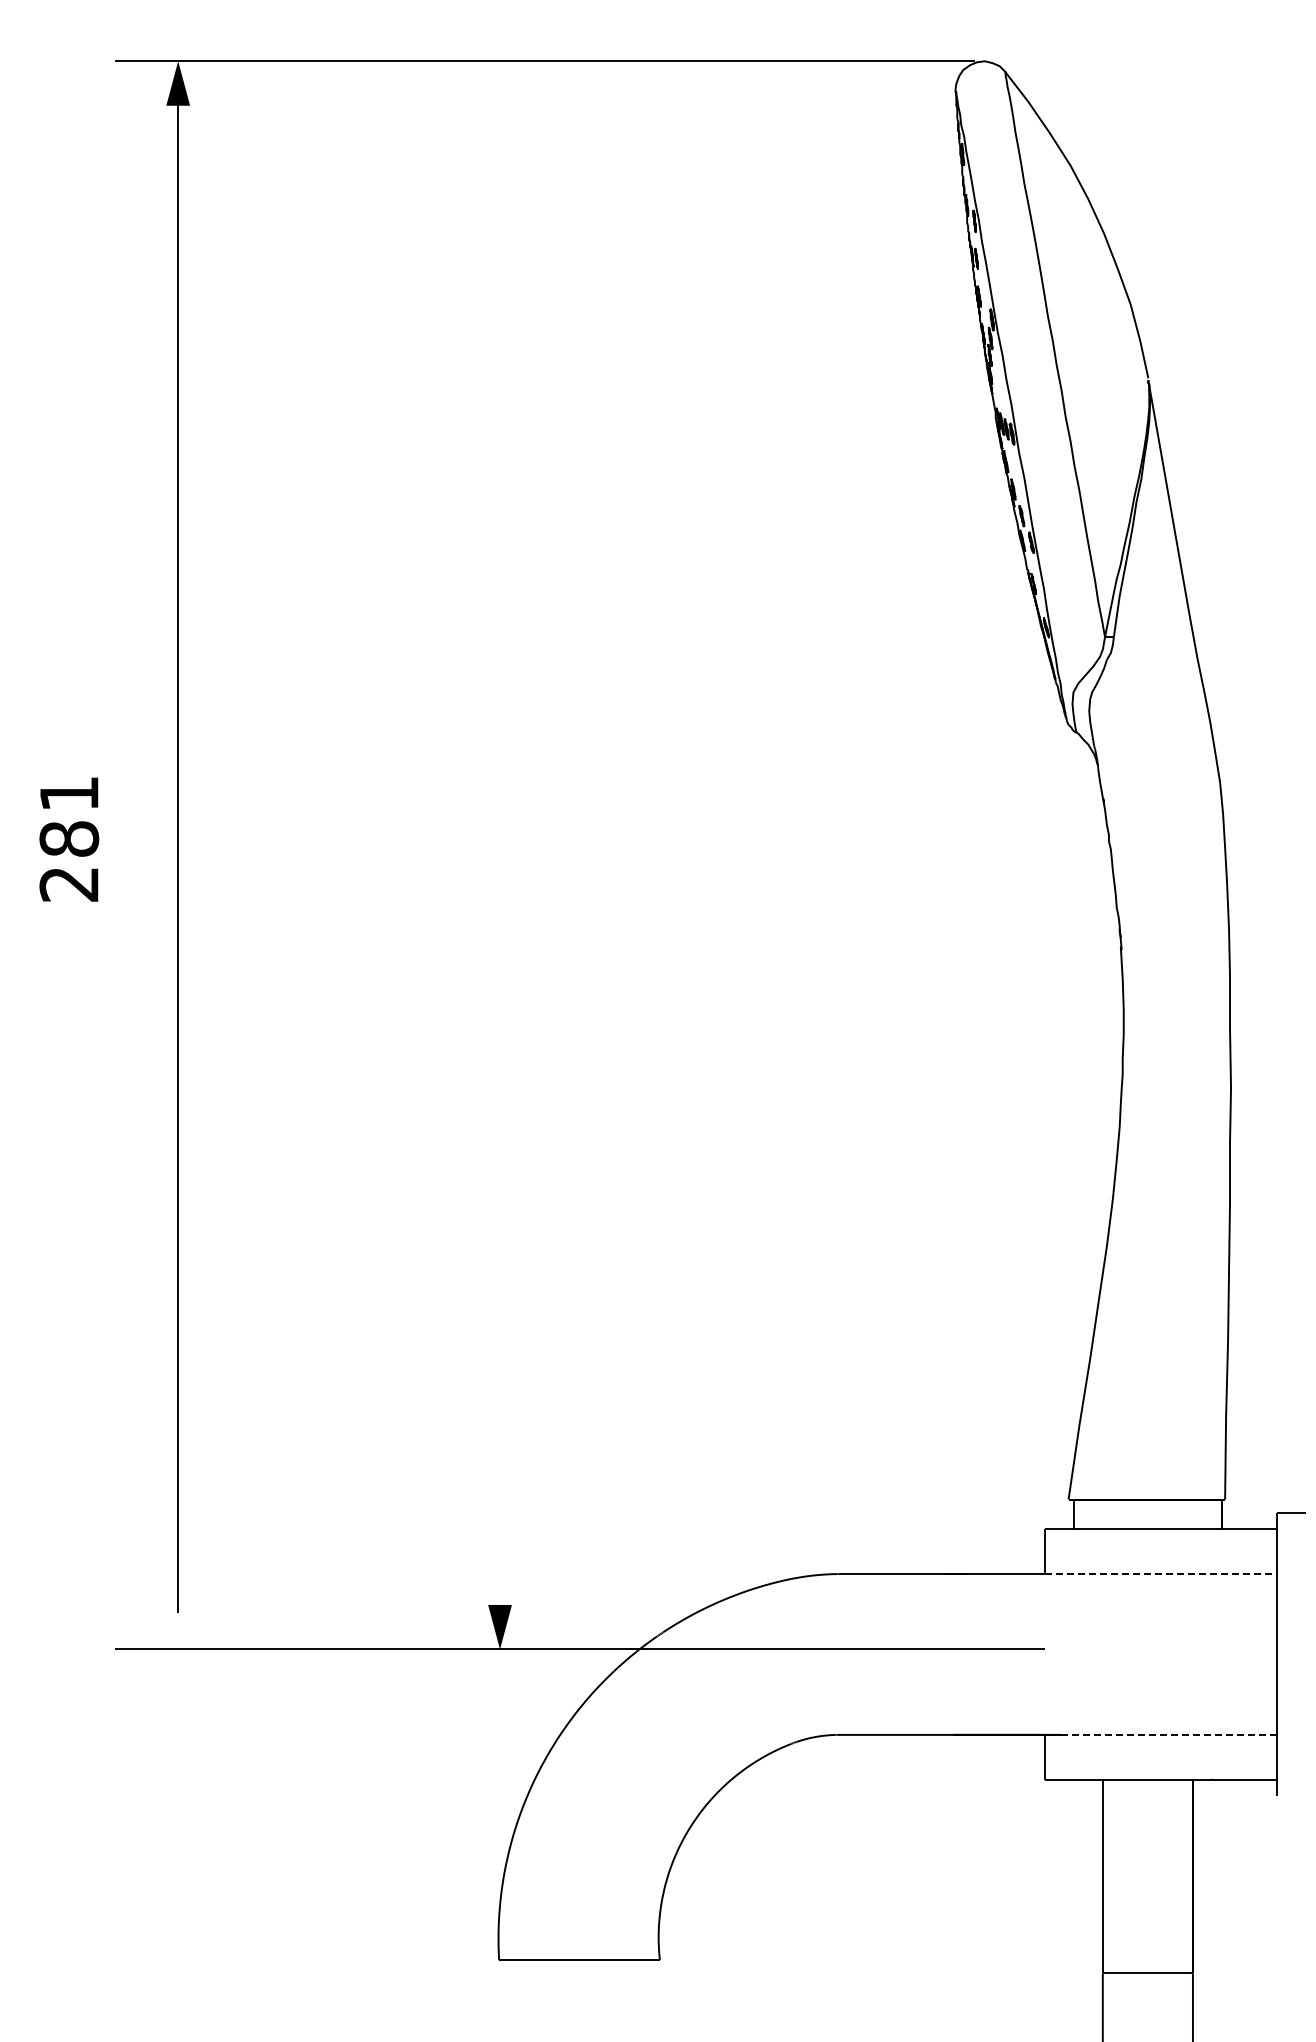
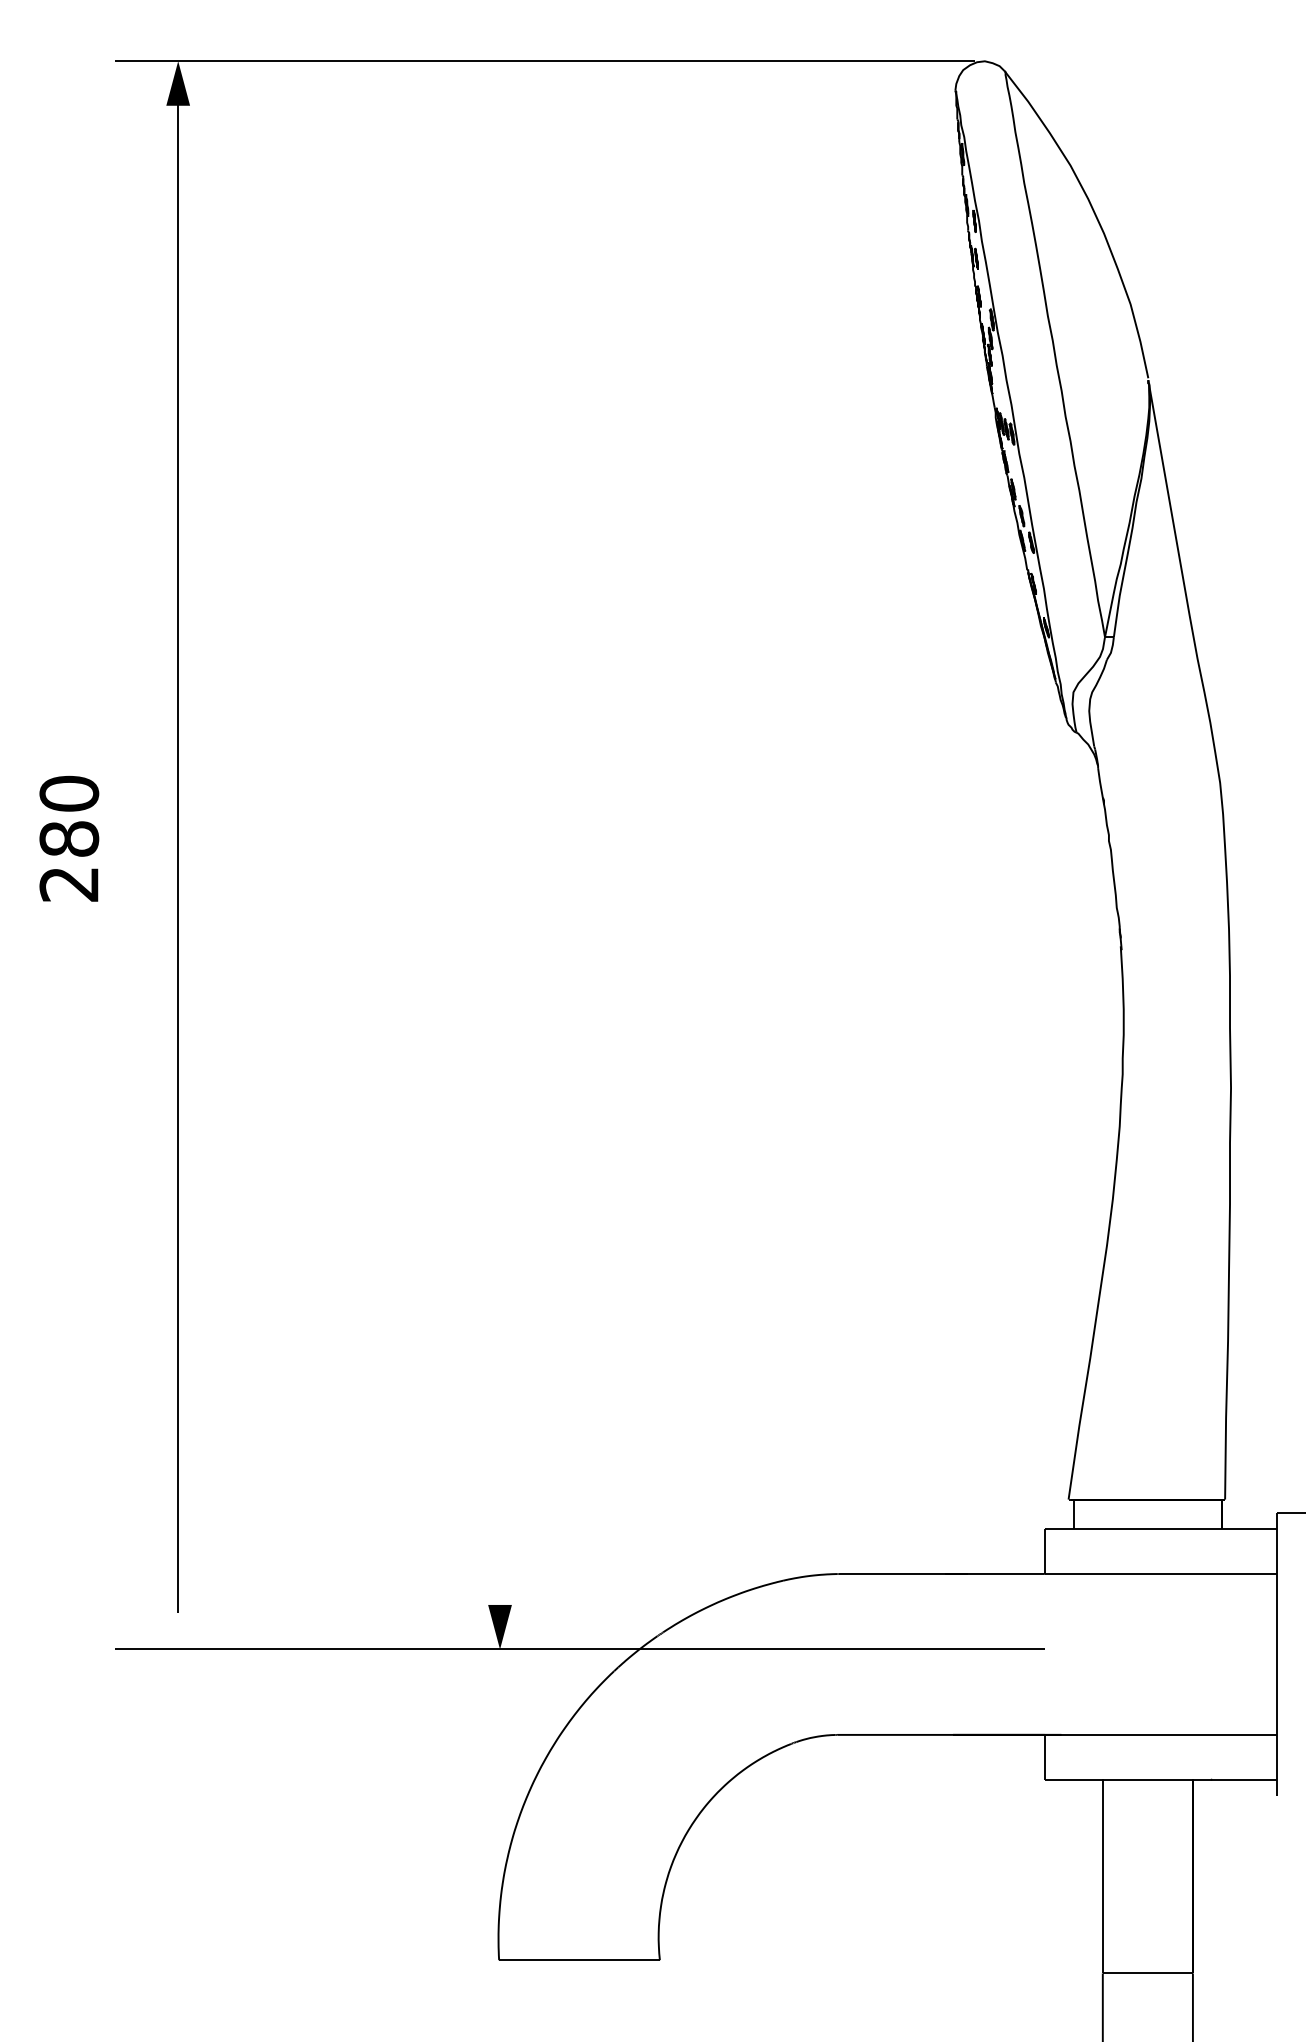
text at (69, 793): 281 -> 280
line at (1160, 1573): dashed -> solid
line at (1160, 1734): dashed -> solid
